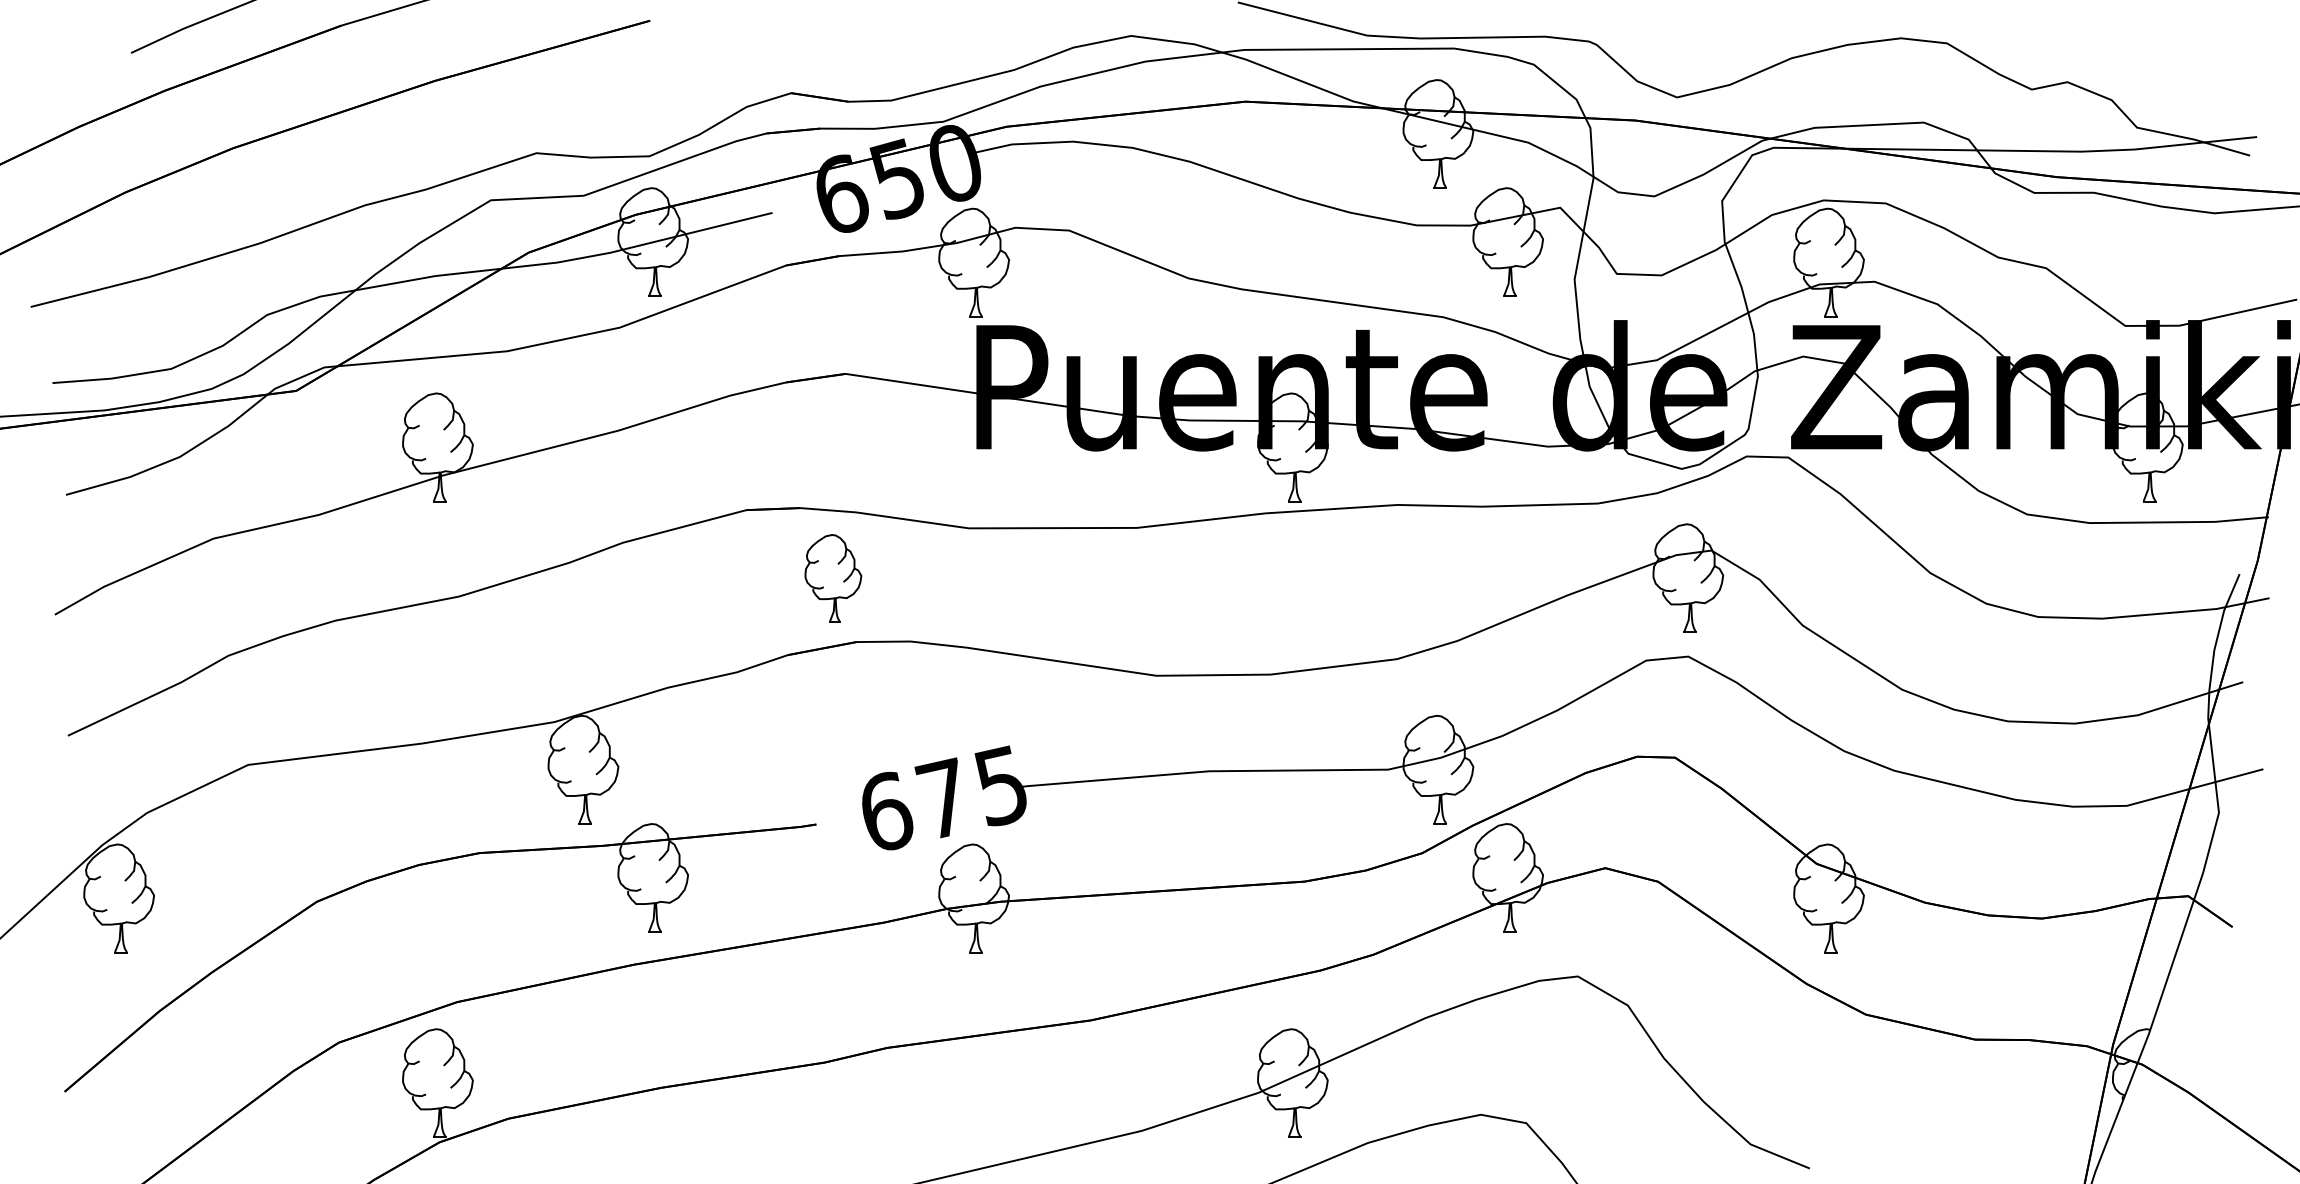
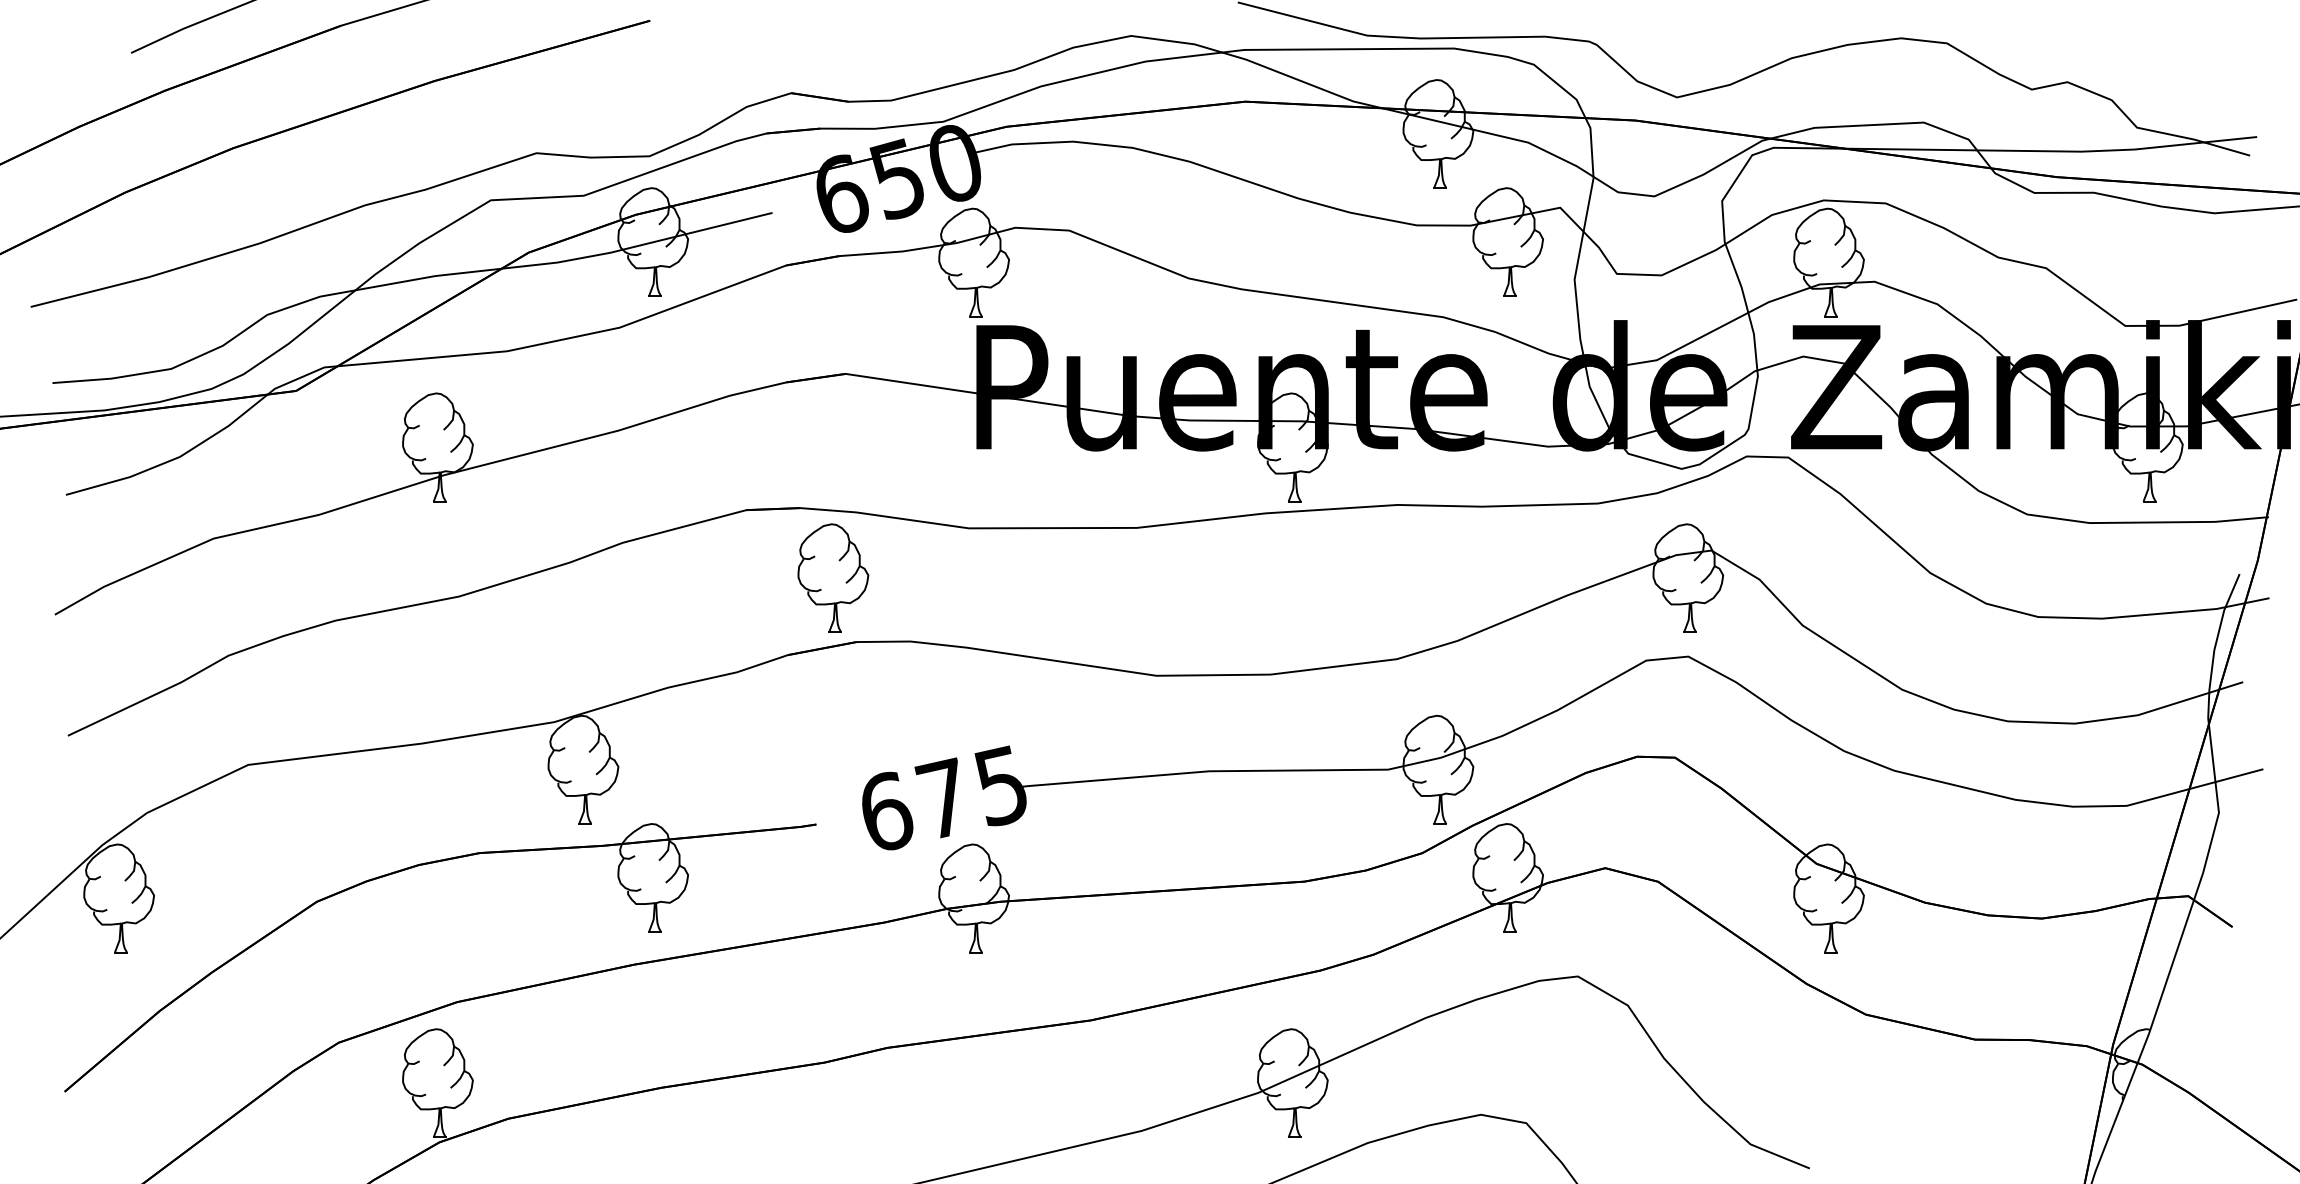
part at (833, 578) size: 59x89 px -> 73x110 px
